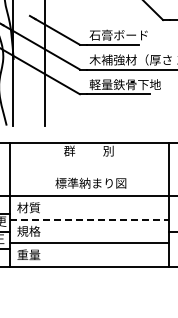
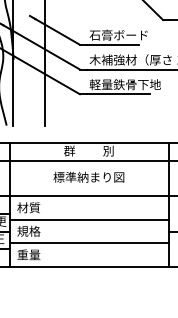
line at (88, 160): none -> present
text at (90, 182) position: (90, 182) -> (88, 176)
line at (89, 219): dashed -> solid
